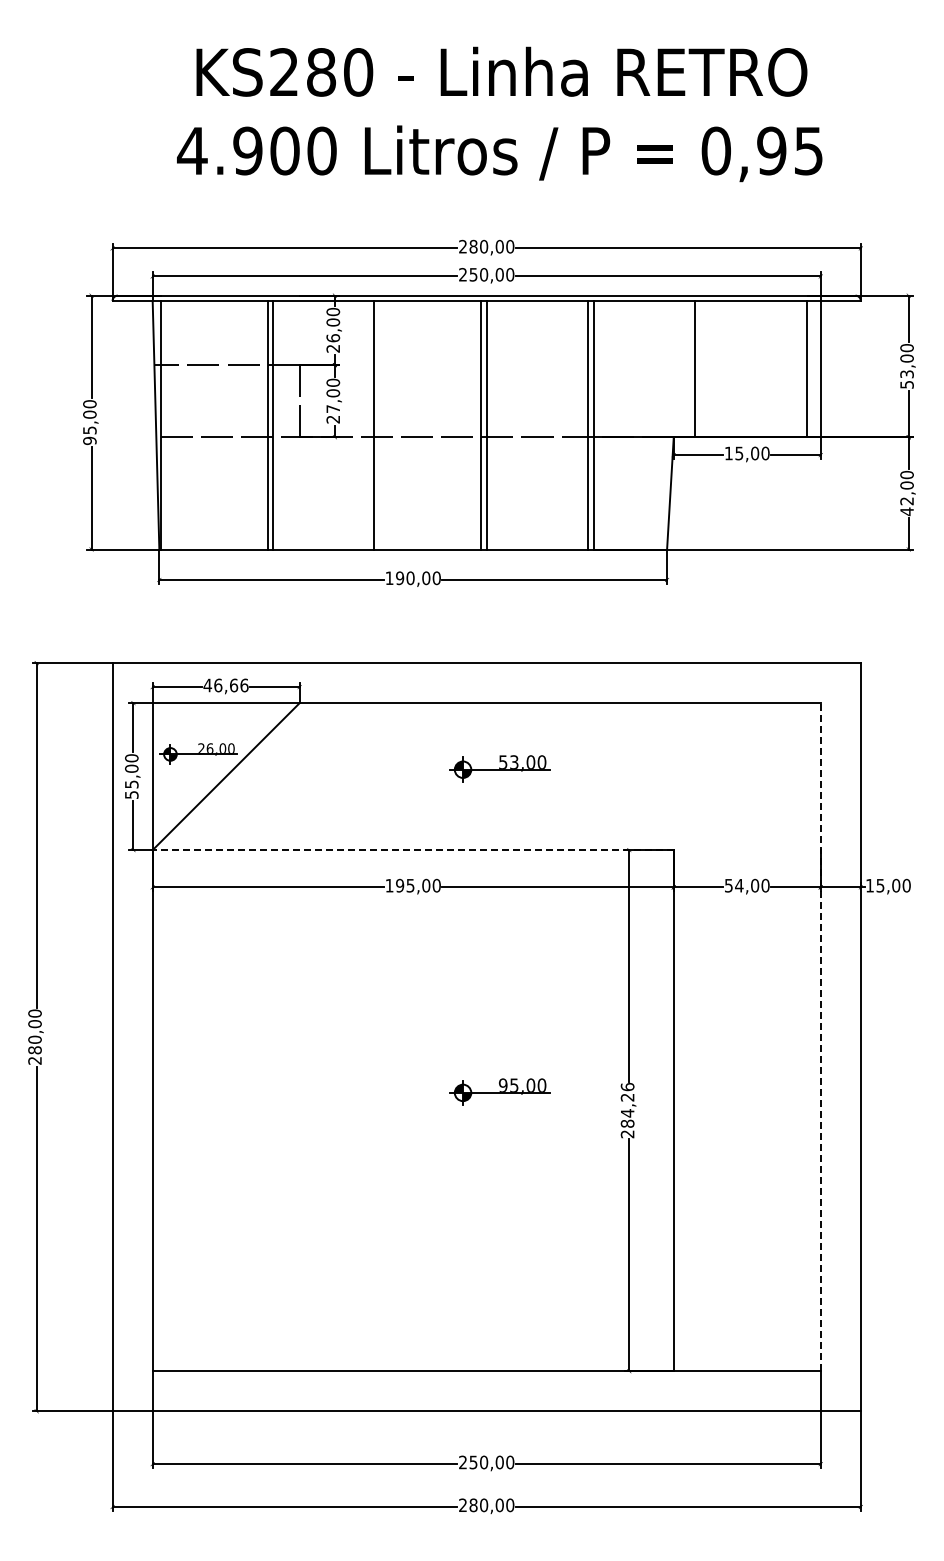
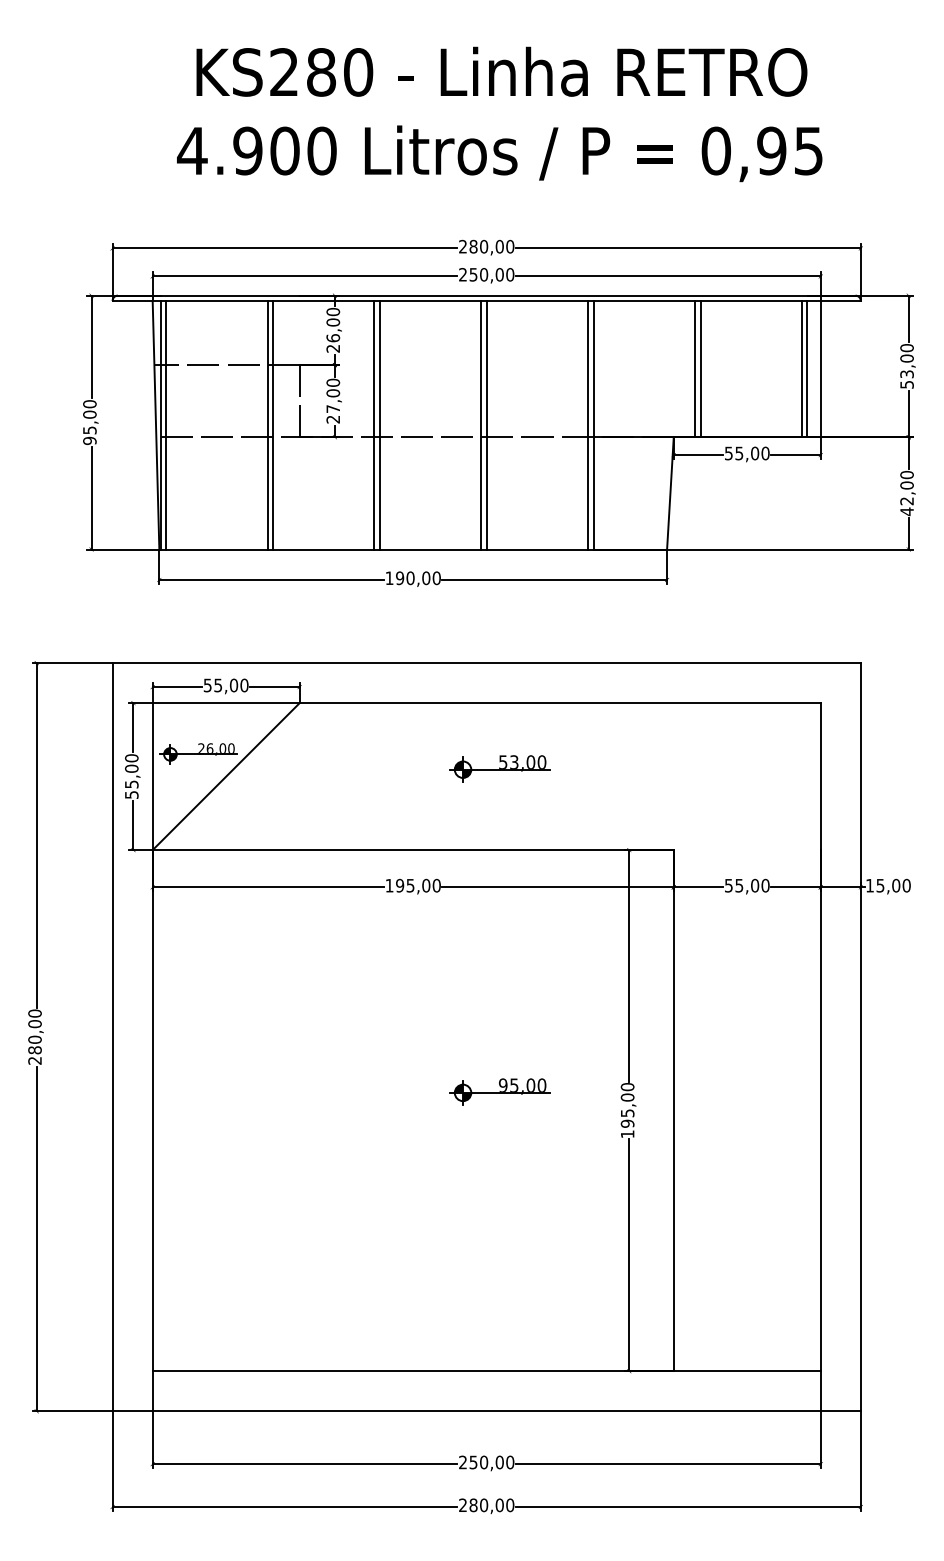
line at (700, 368): none -> present
line at (802, 368): none -> present
line at (166, 424): none -> present
line at (379, 424): none -> present
text at (728, 453): 15,00 -> 55,00
text at (225, 685): 46,66 -> 55,00
line at (413, 850): dashed -> solid
text at (739, 885): 54,00 -> 55,00
line at (820, 1036): dashed -> solid
text at (627, 1110): 284,26 -> 195,00
